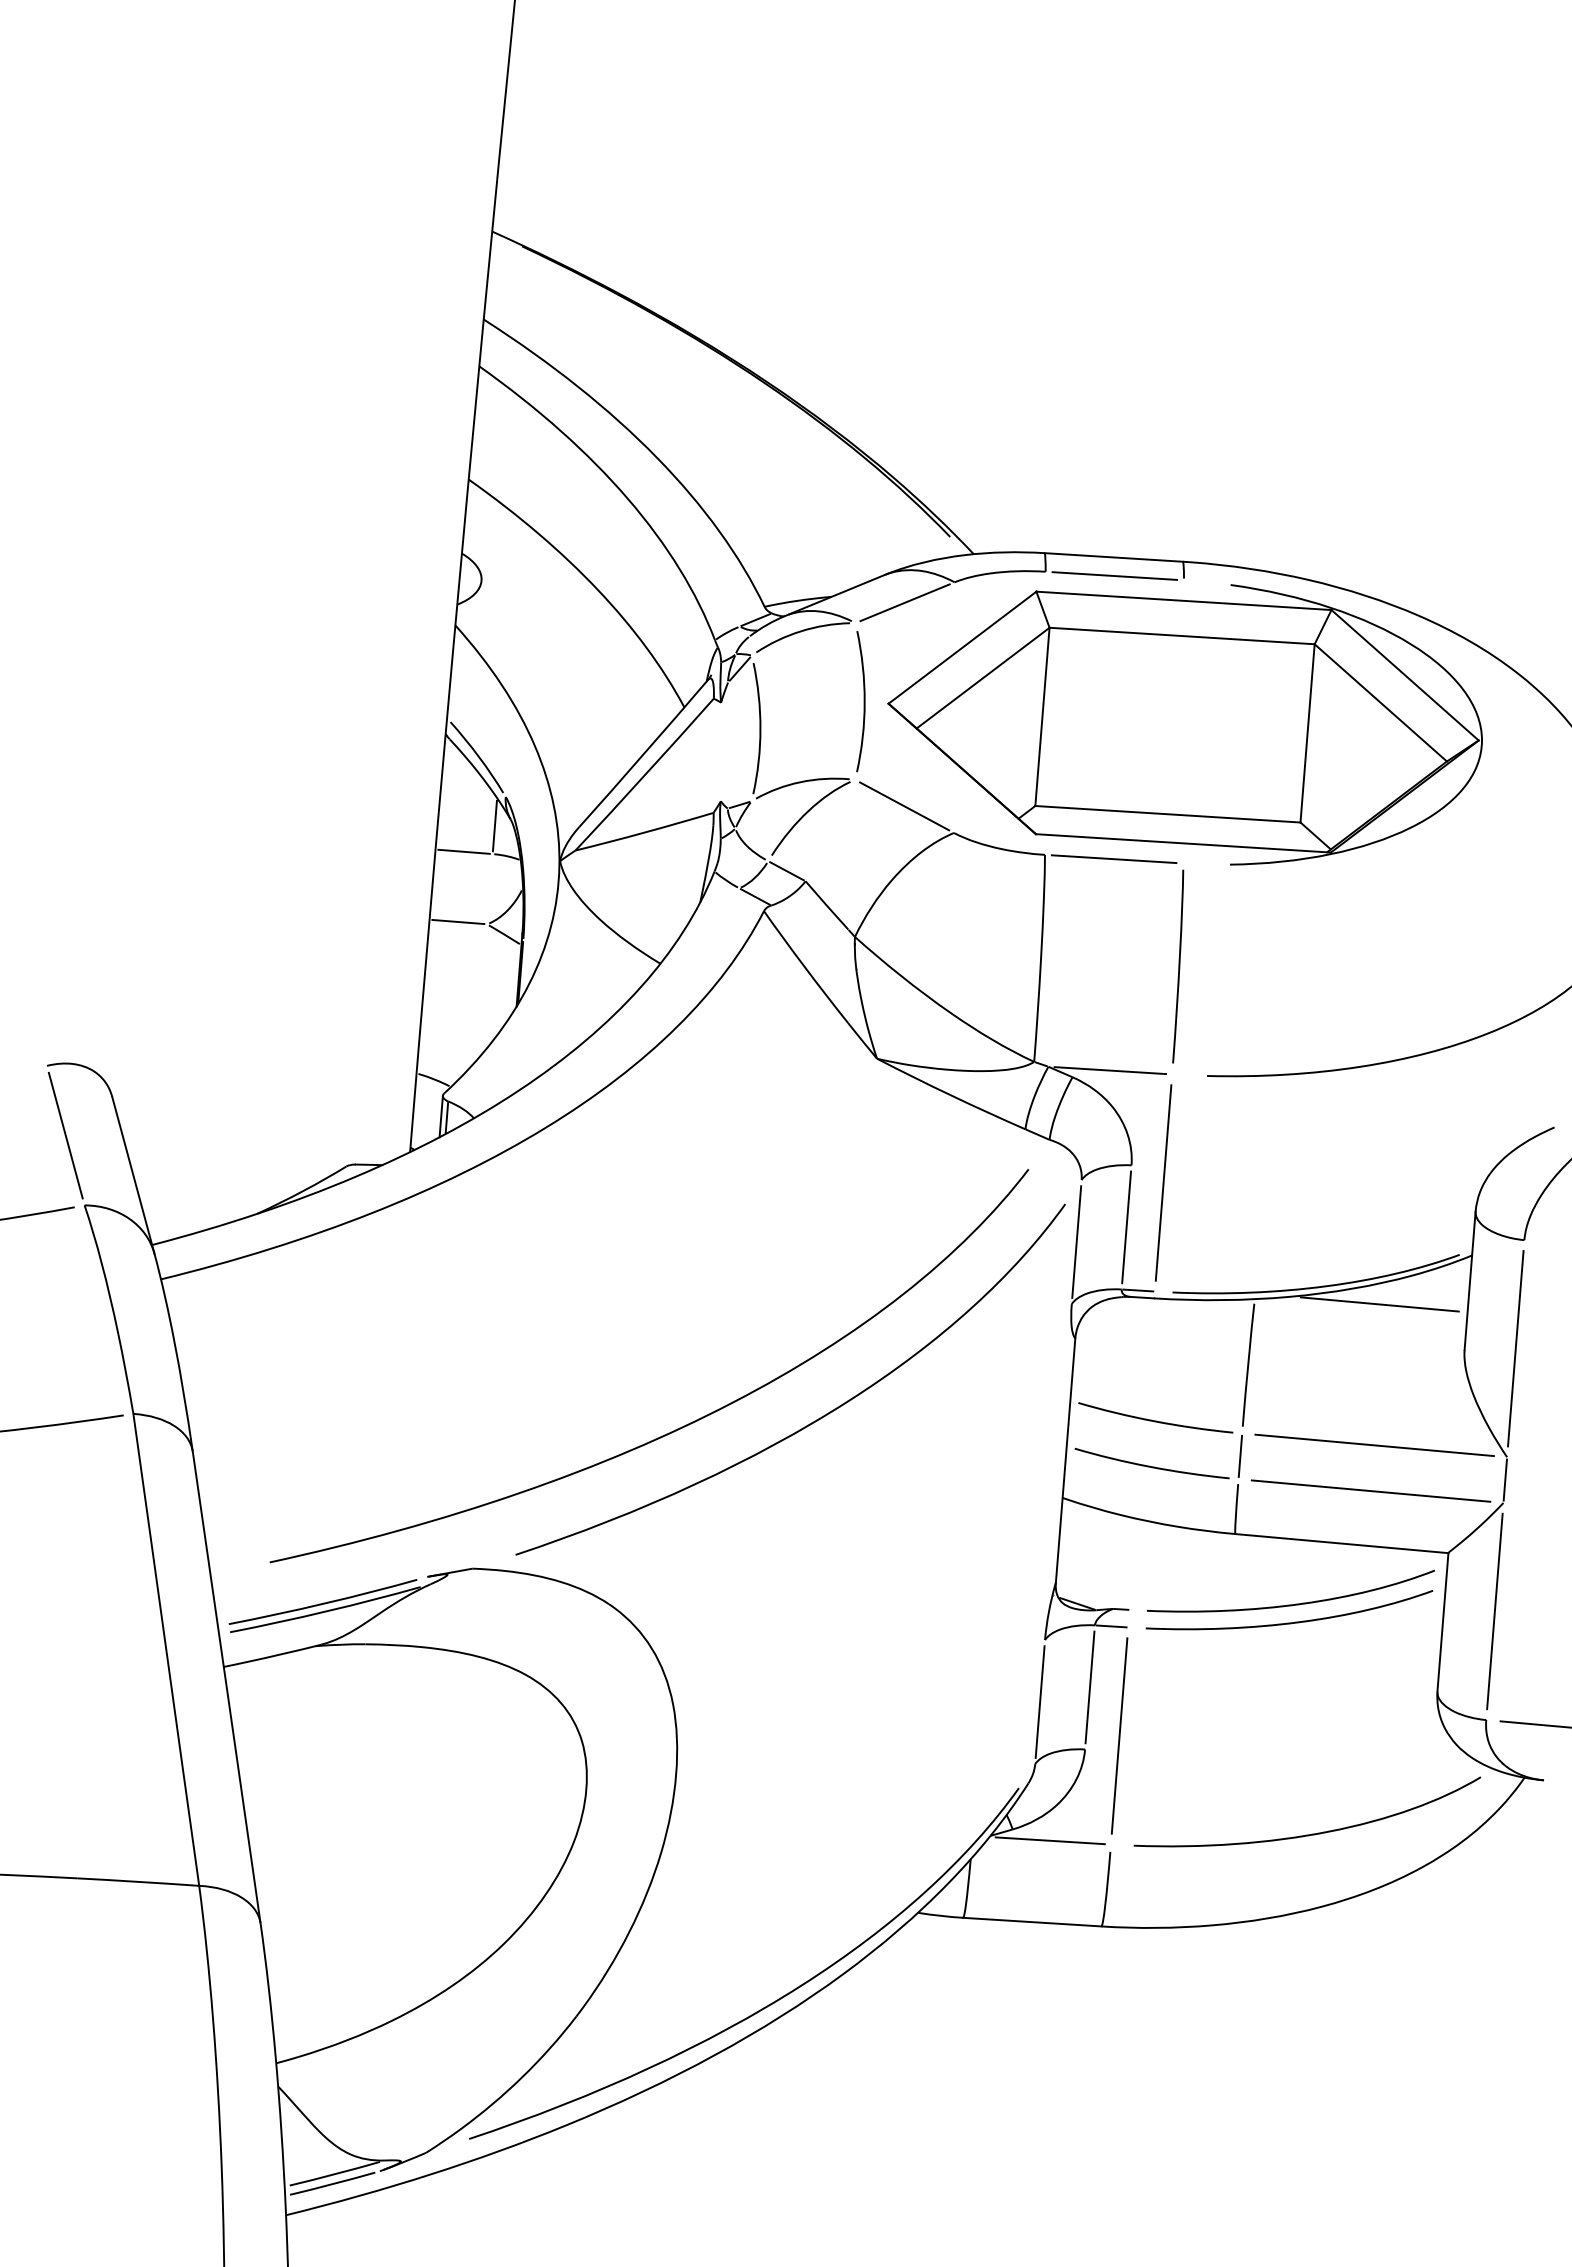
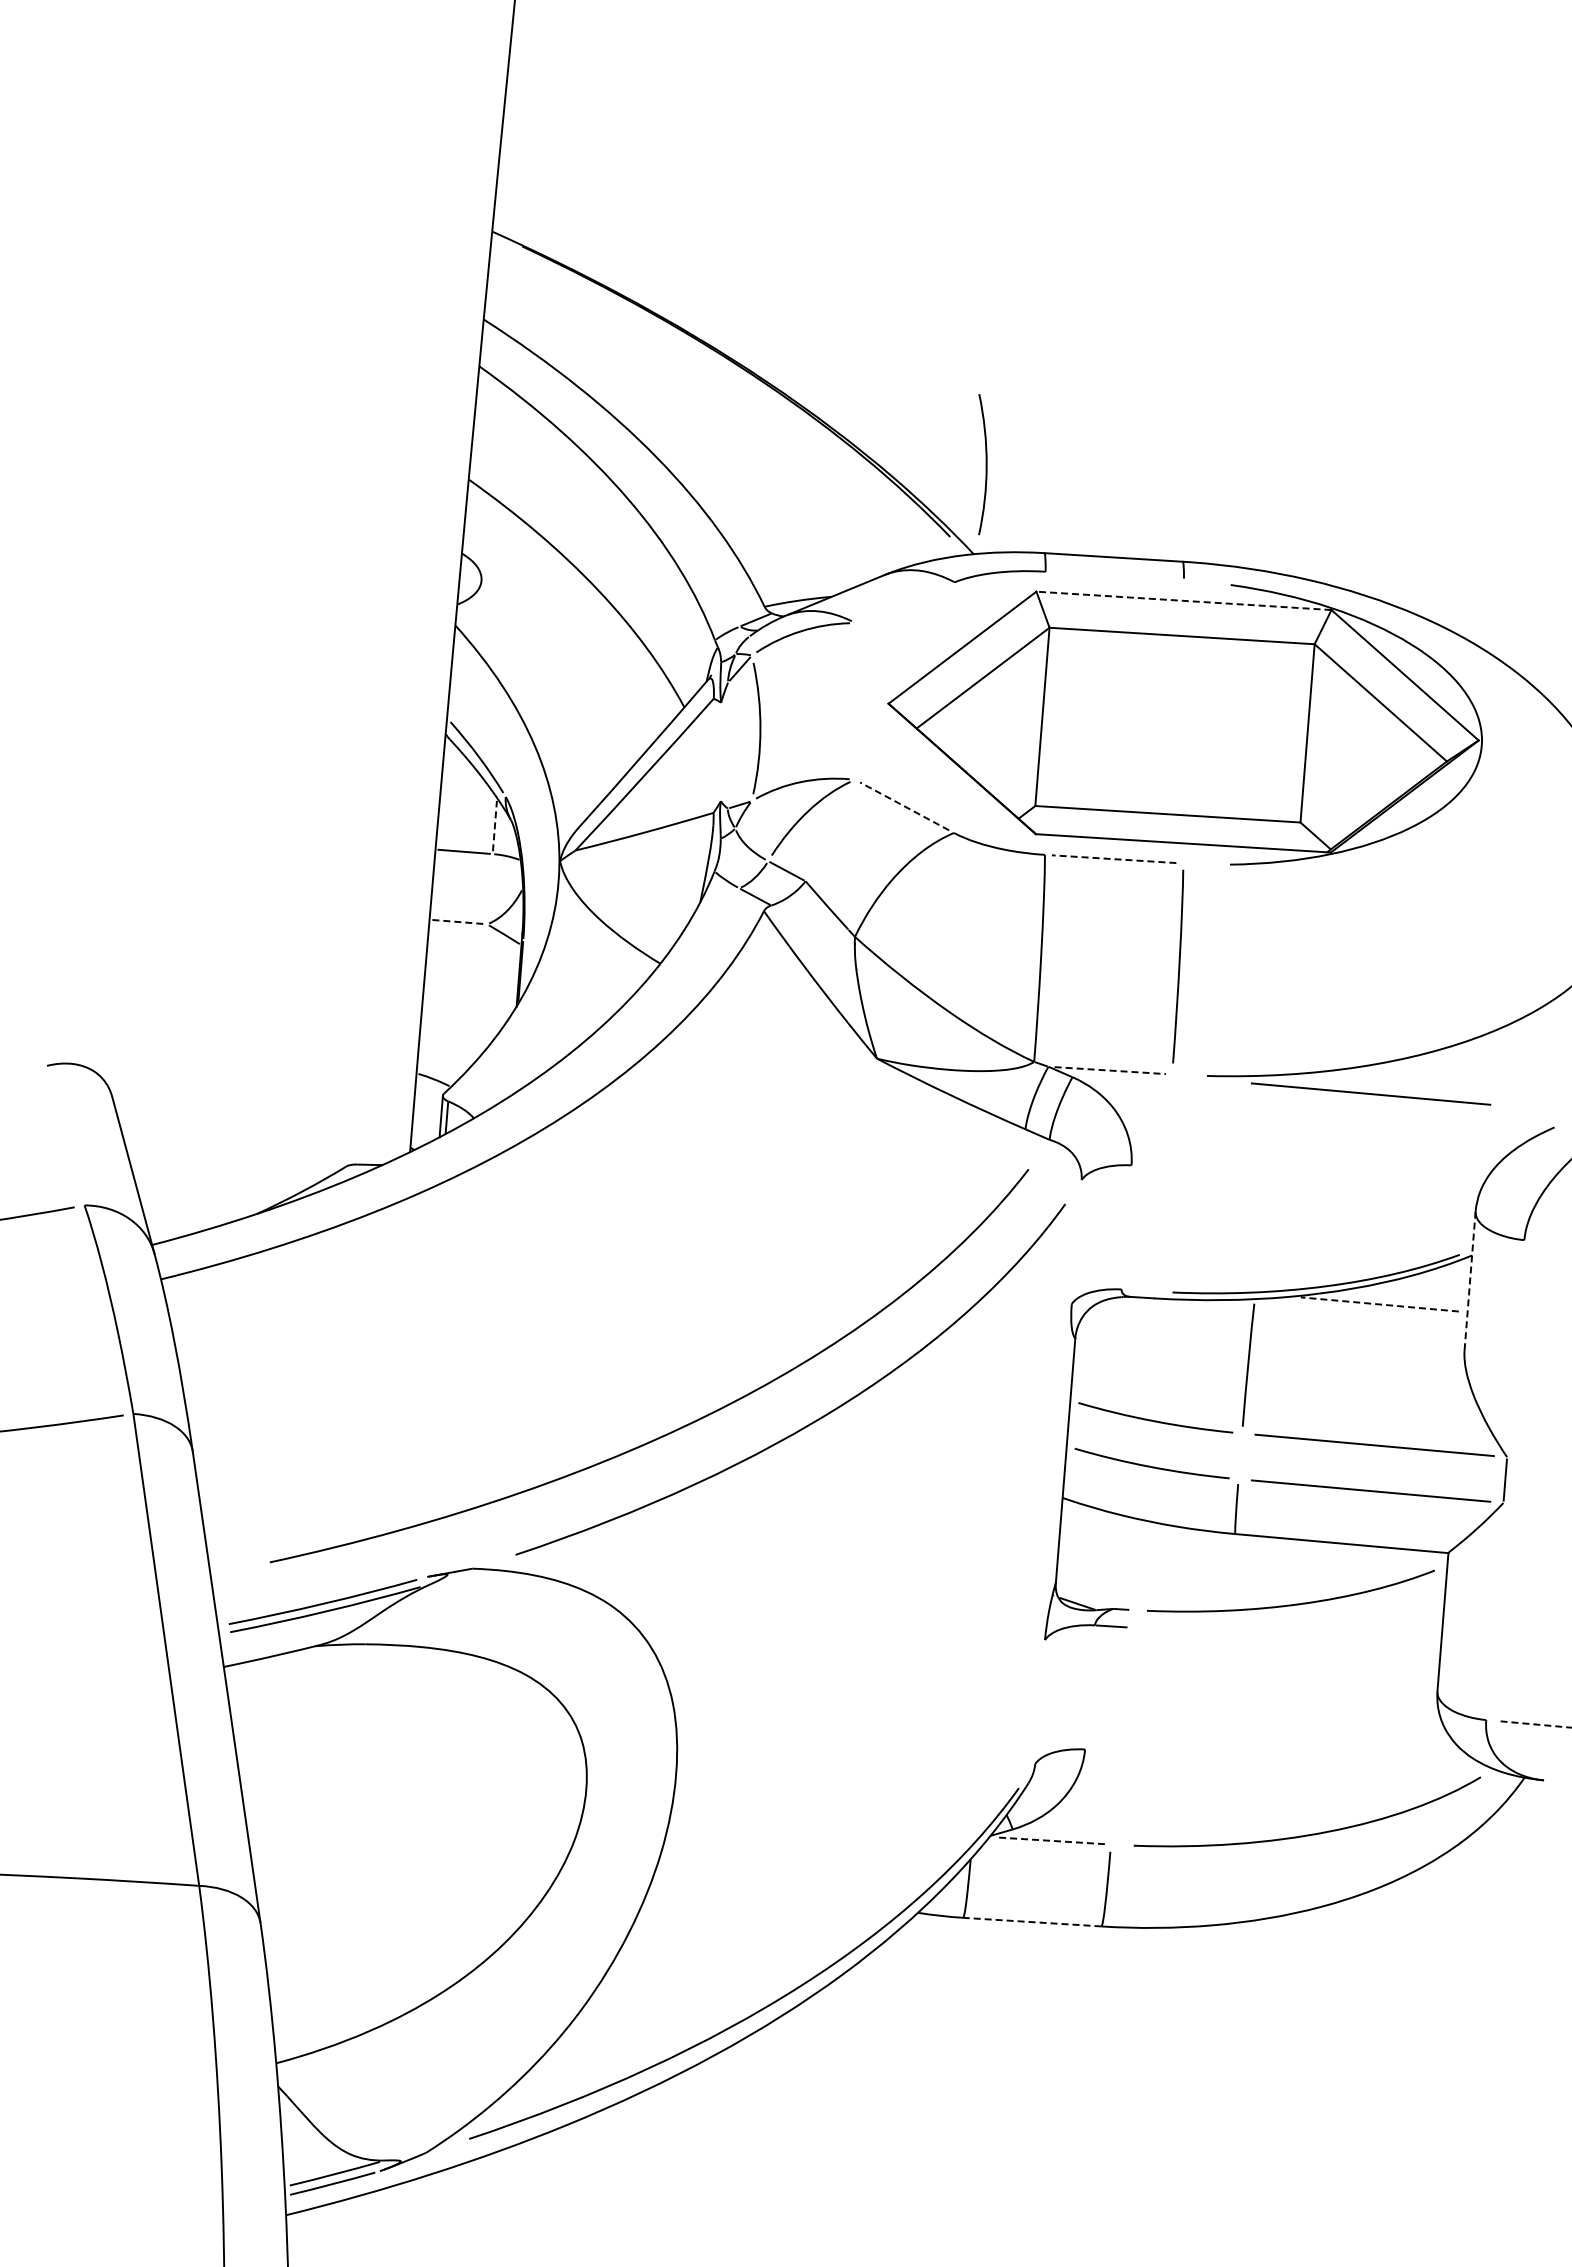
line at (1114, 575): present -> none
line at (1183, 600): solid -> dashed
line at (904, 602): present -> none
curve at (863, 701) position: (863, 701) -> (985, 464)
line at (904, 806): solid -> dashed
line at (494, 825): solid -> dashed
line at (1113, 859): solid -> dashed
line at (458, 922): solid -> dashed
line at (1110, 1070): solid -> dashed
line at (1370, 1093): none -> present
line at (65, 1135): present -> none
line at (1163, 1182): present -> none
line at (1126, 1227): present -> none
line at (1076, 1241): present -> none
line at (1470, 1281): solid -> dashed
line at (1138, 1290): present -> none
line at (1379, 1304): solid -> dashed
line at (1515, 1348): present -> none
line at (1240, 1455): present -> none
line at (1494, 1611): present -> none
curve at (1289, 1622): present -> none
line at (1089, 1687): present -> none
line at (1039, 1701): present -> none
line at (1535, 1724): solid -> dashed
line at (1119, 1735): present -> none
line at (1050, 1840): solid -> dashed
line at (1031, 1922): solid -> dashed
